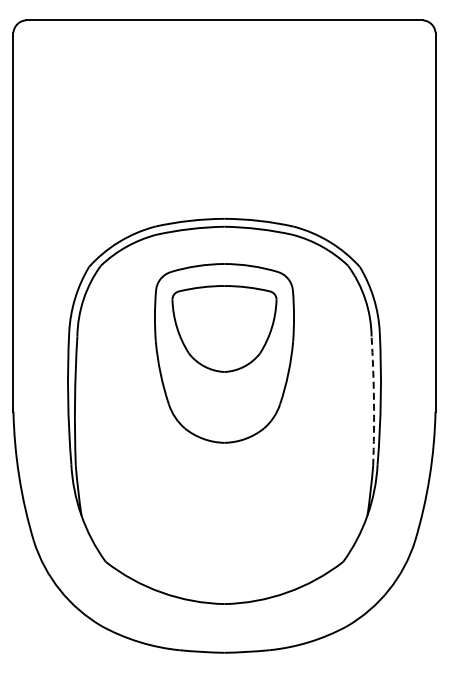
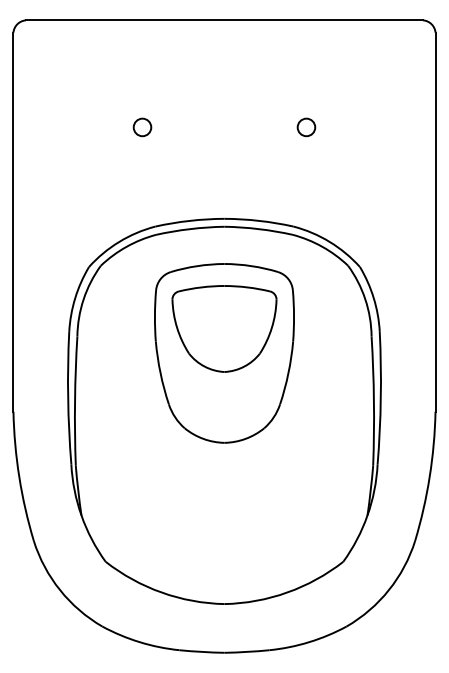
circle at (142, 127): none -> present
circle at (306, 127): none -> present
arc at (373, 401): dashed -> solid
